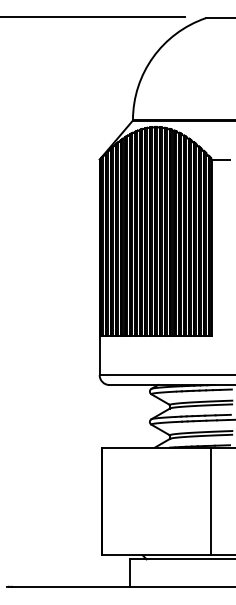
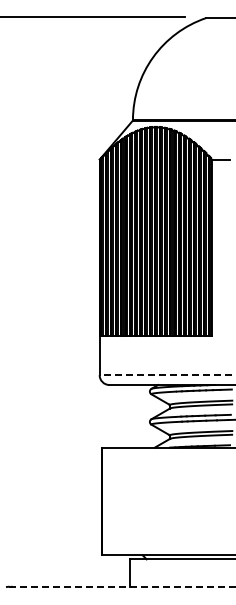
line at (167, 375): solid -> dashed
line at (211, 501): present -> none
line at (122, 586): solid -> dashed
